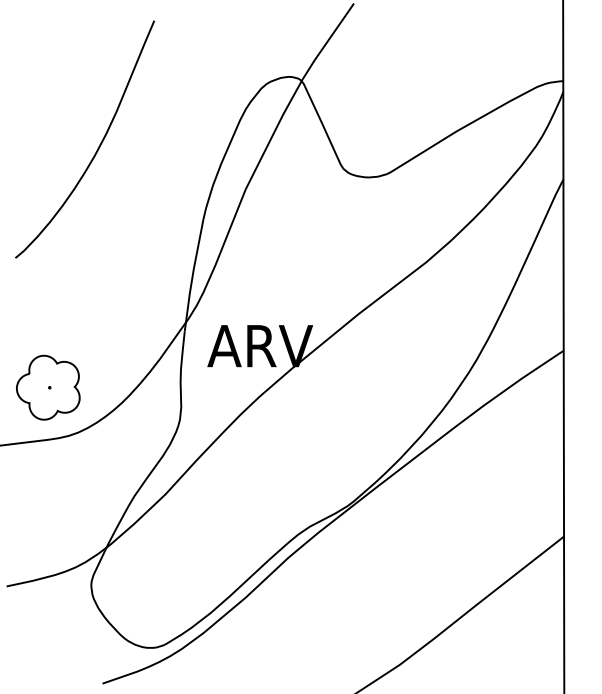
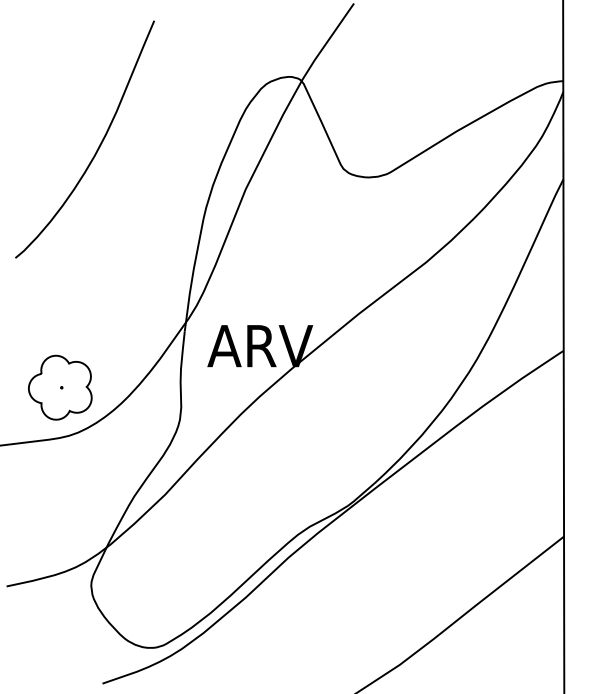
part at (48, 387) position: (48, 387) -> (60, 387)
